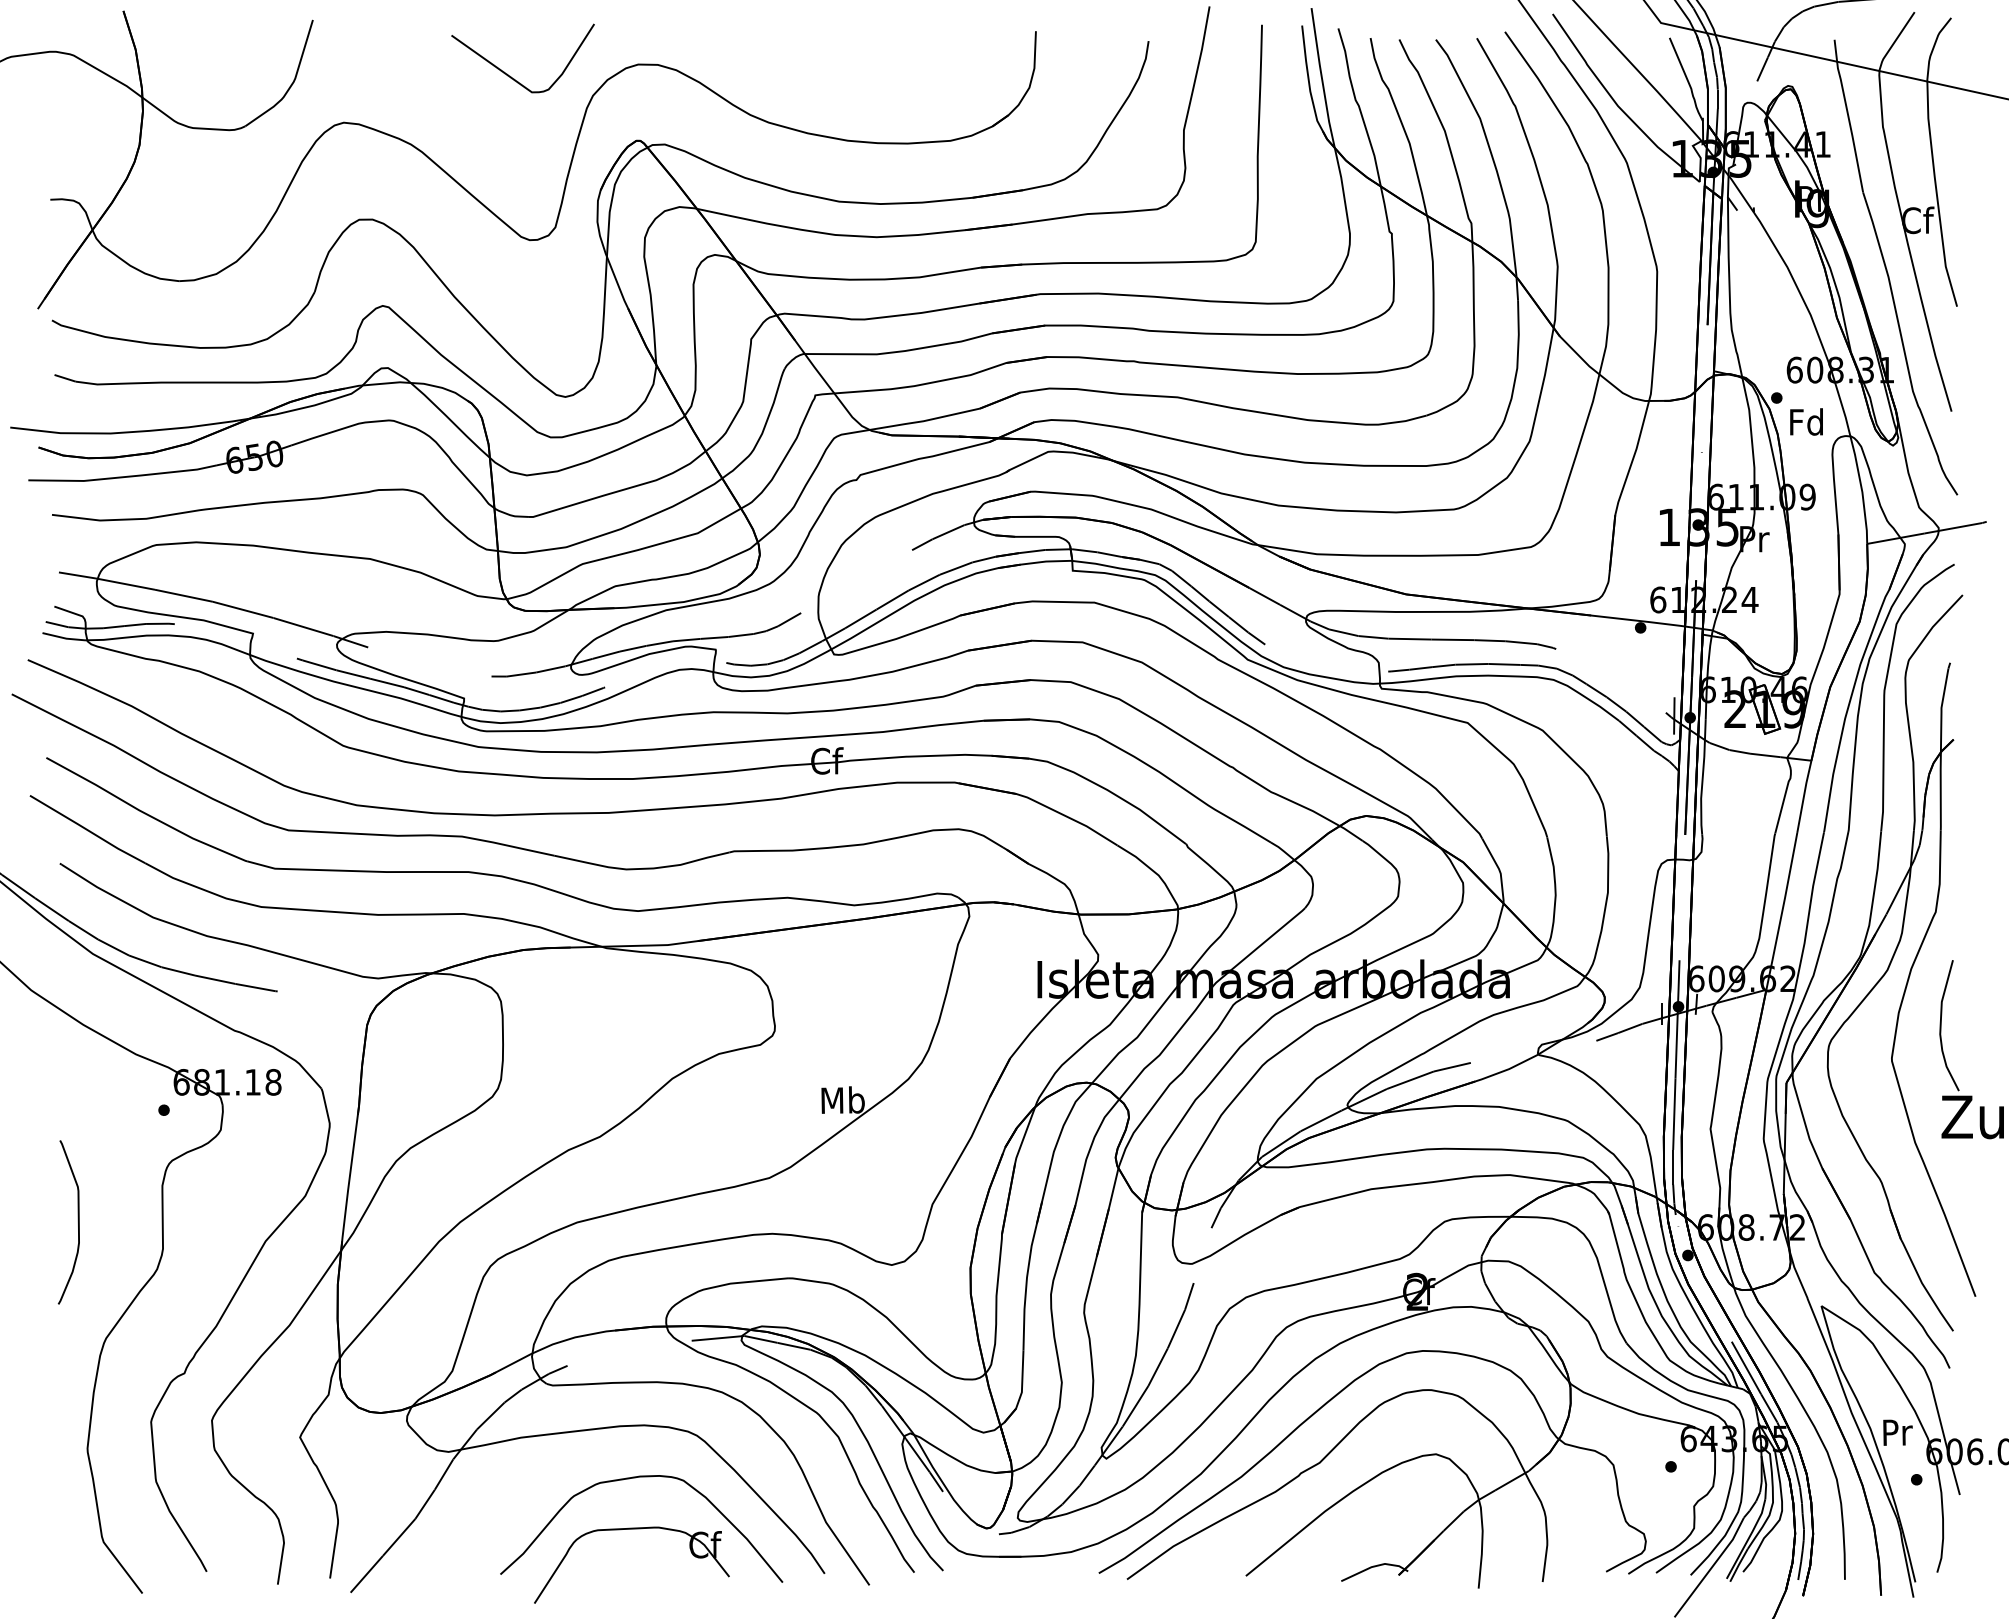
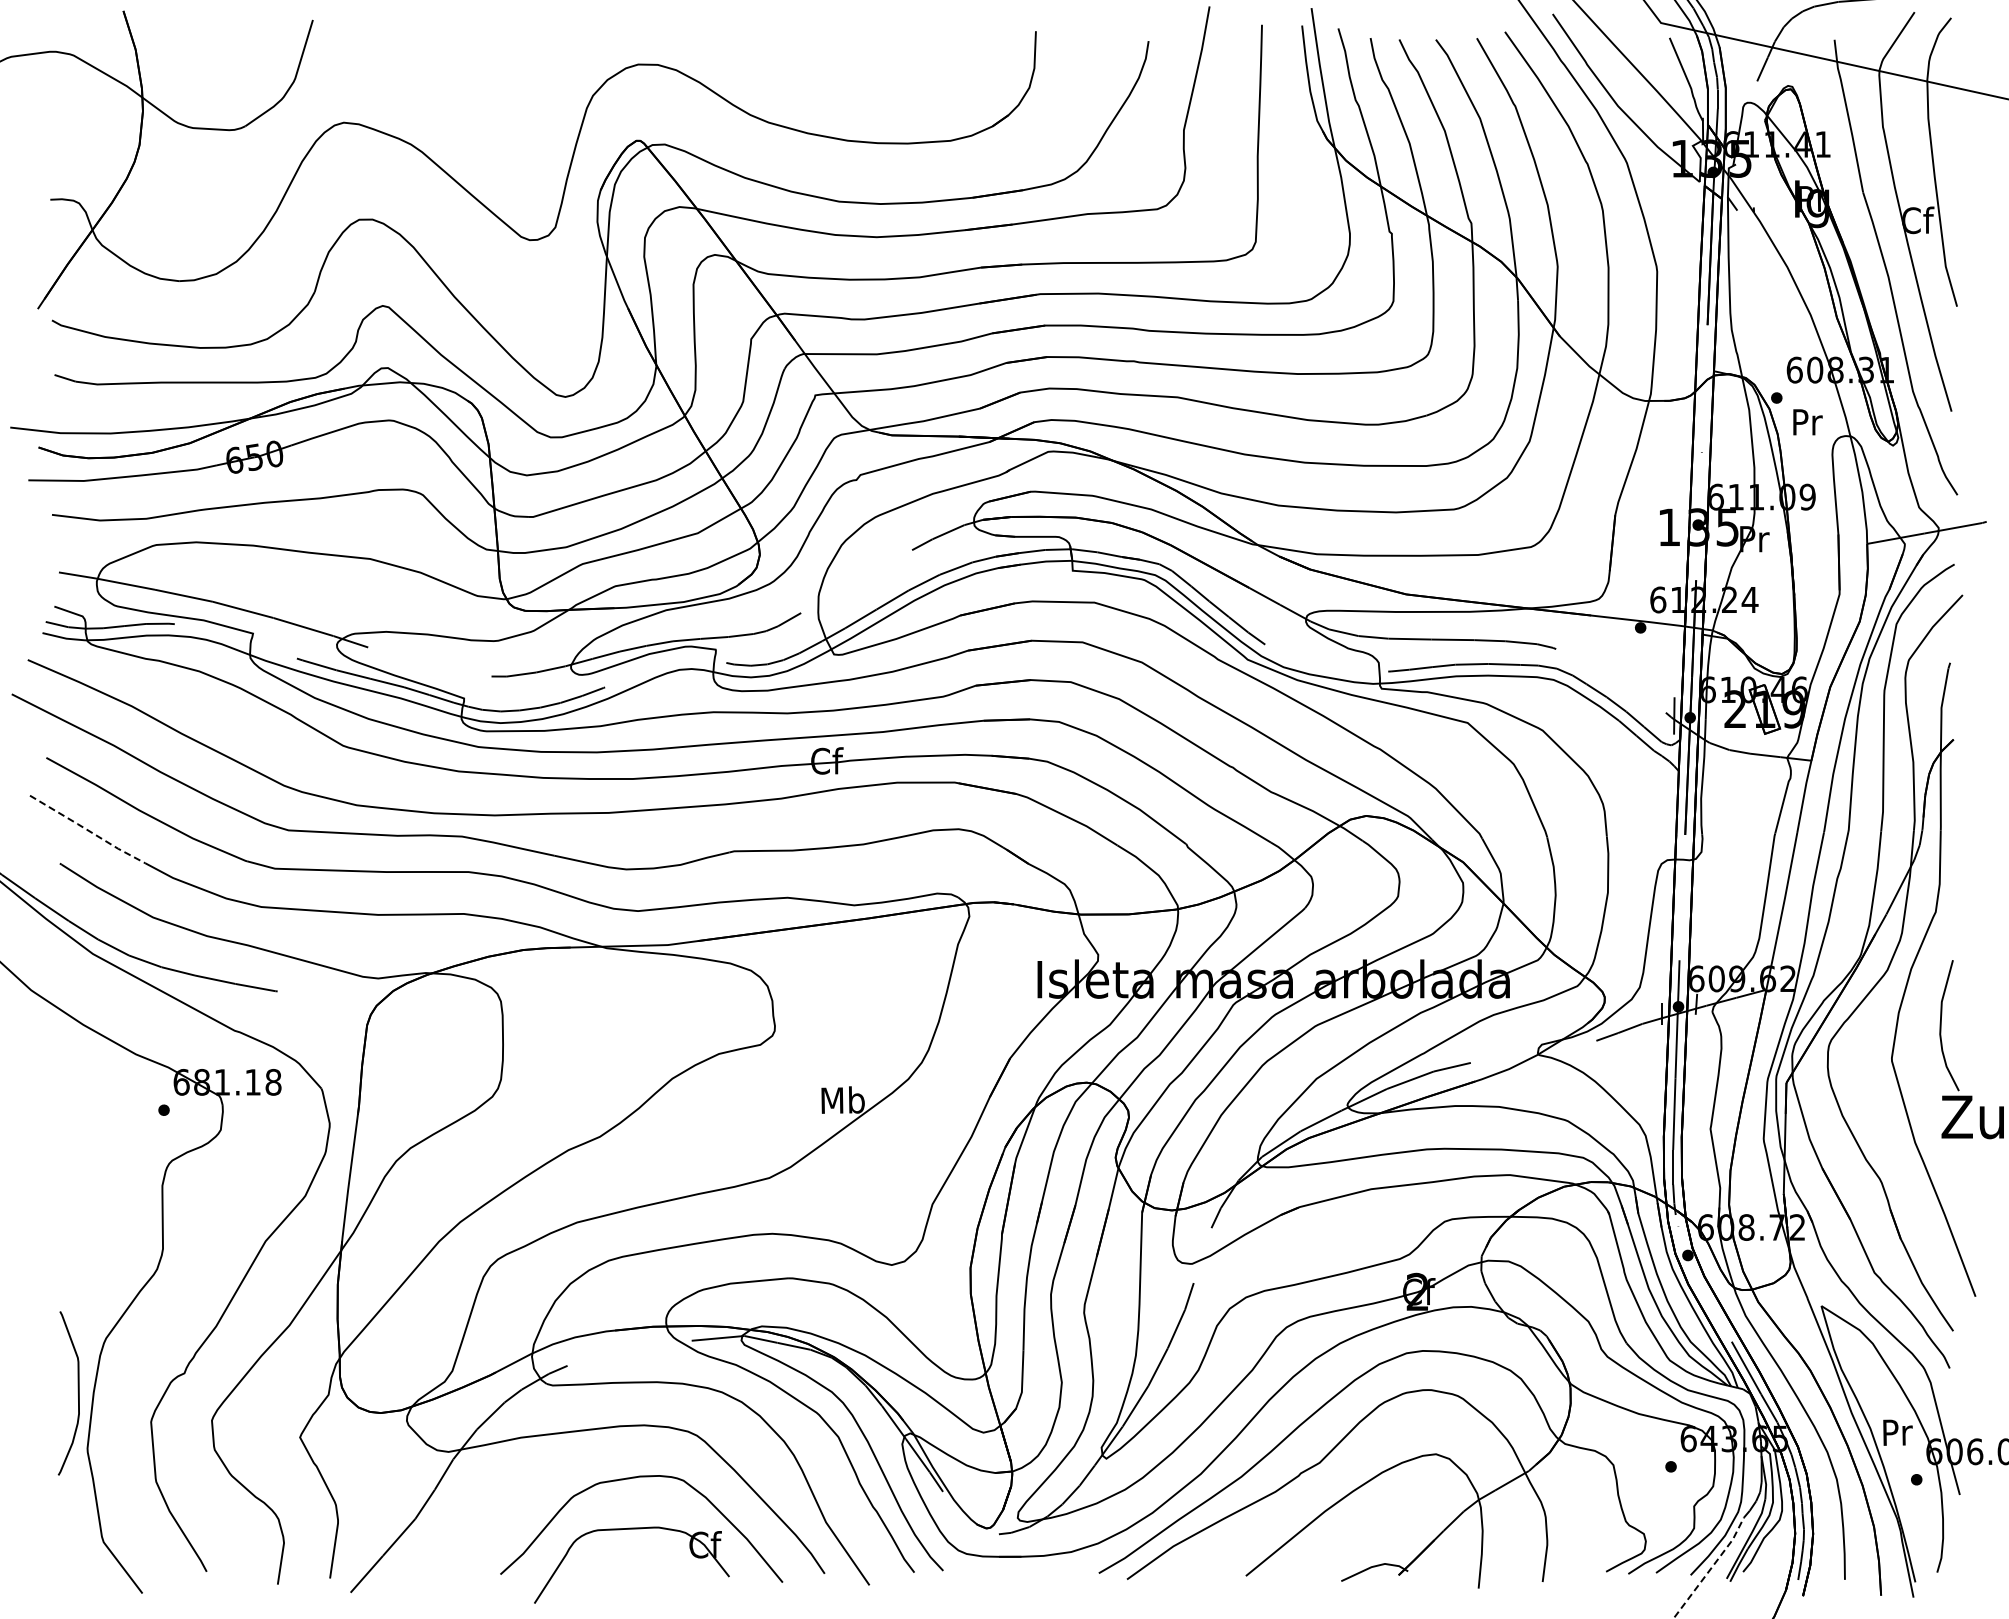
curve at (511, 76): present -> none
text at (1806, 421): Fd -> Pr
line at (87, 830): solid -> dashed
curve at (77, 1222) position: (77, 1222) -> (77, 1393)
line at (1711, 1568): solid -> dashed
